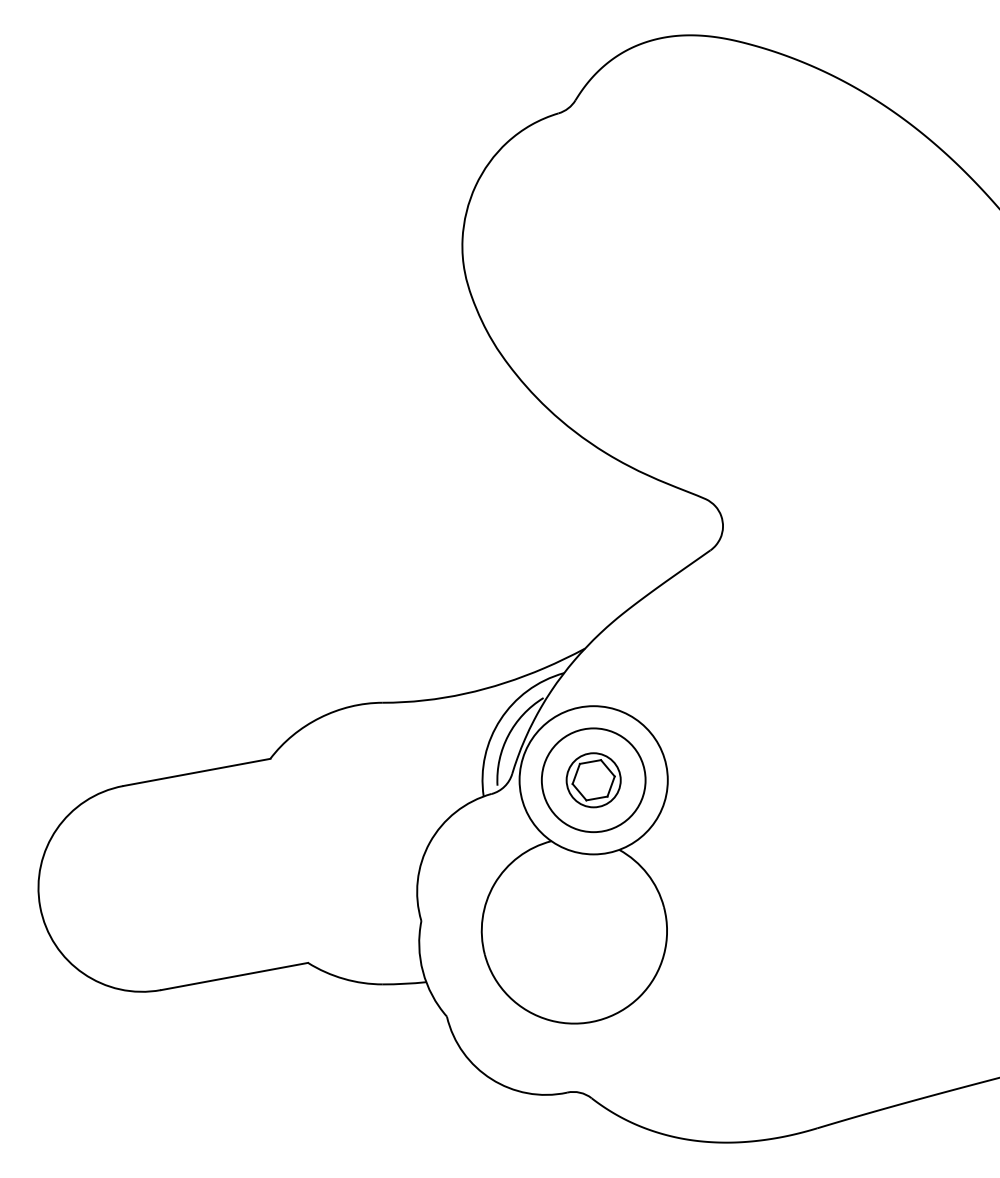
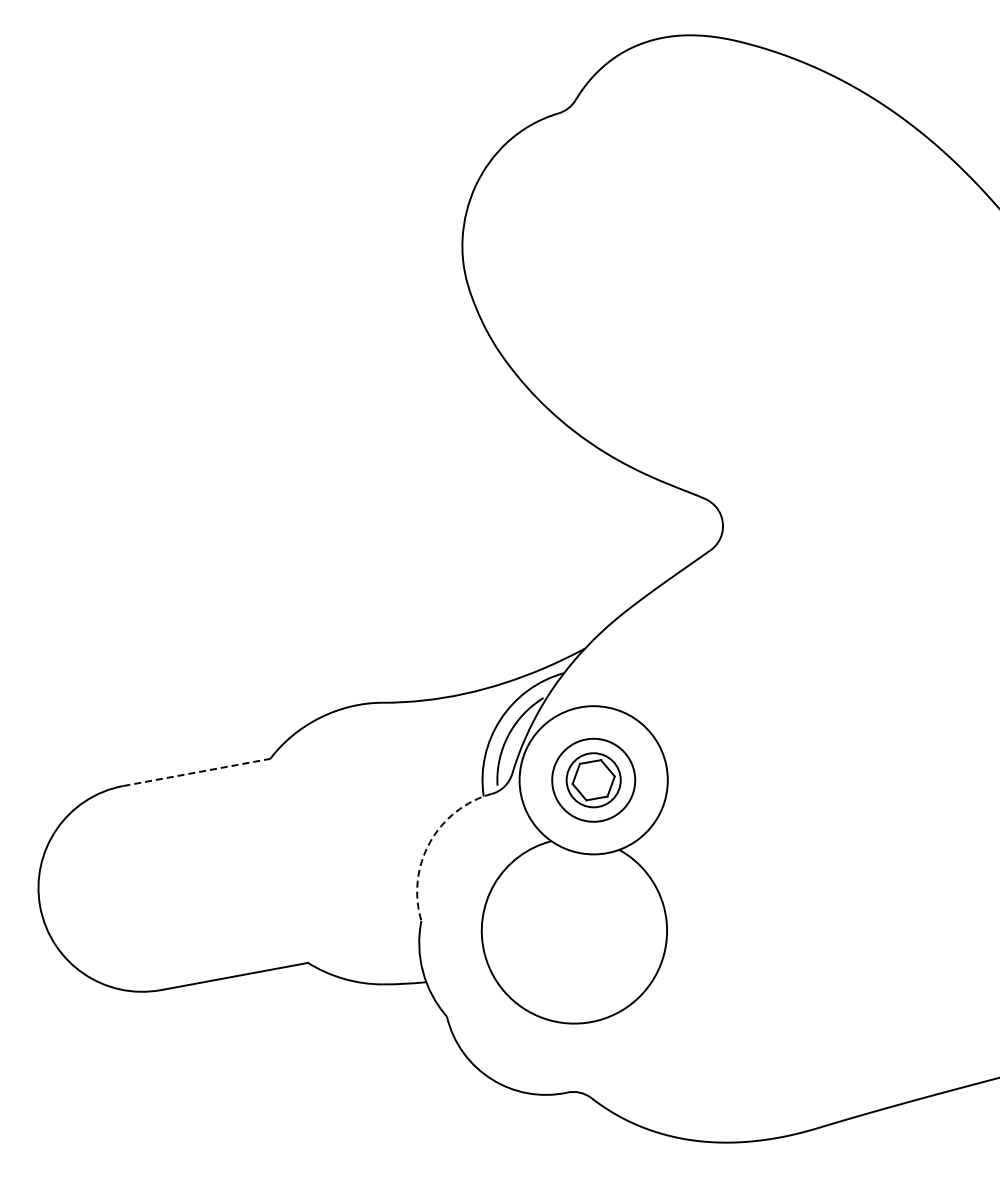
line at (196, 772): solid -> dashed
circle at (593, 780) diameter: 104 px -> 83 px
arc at (429, 842): solid -> dashed
